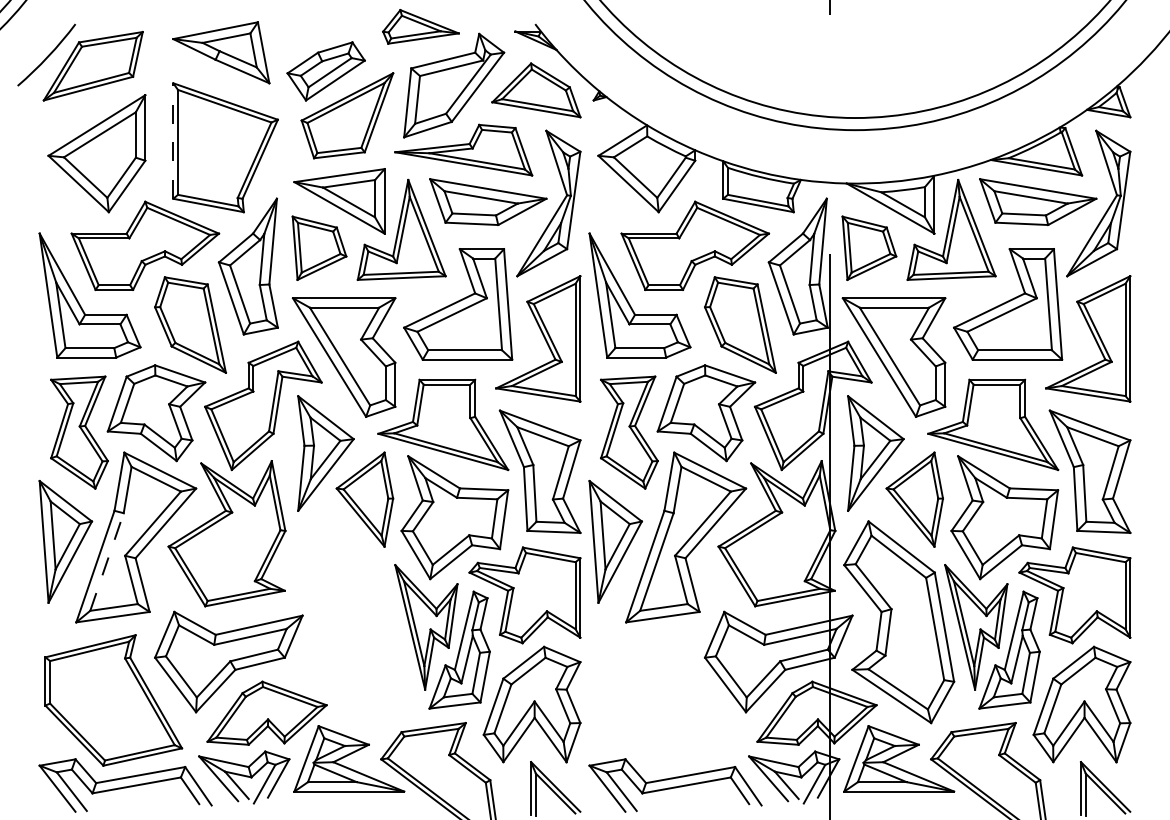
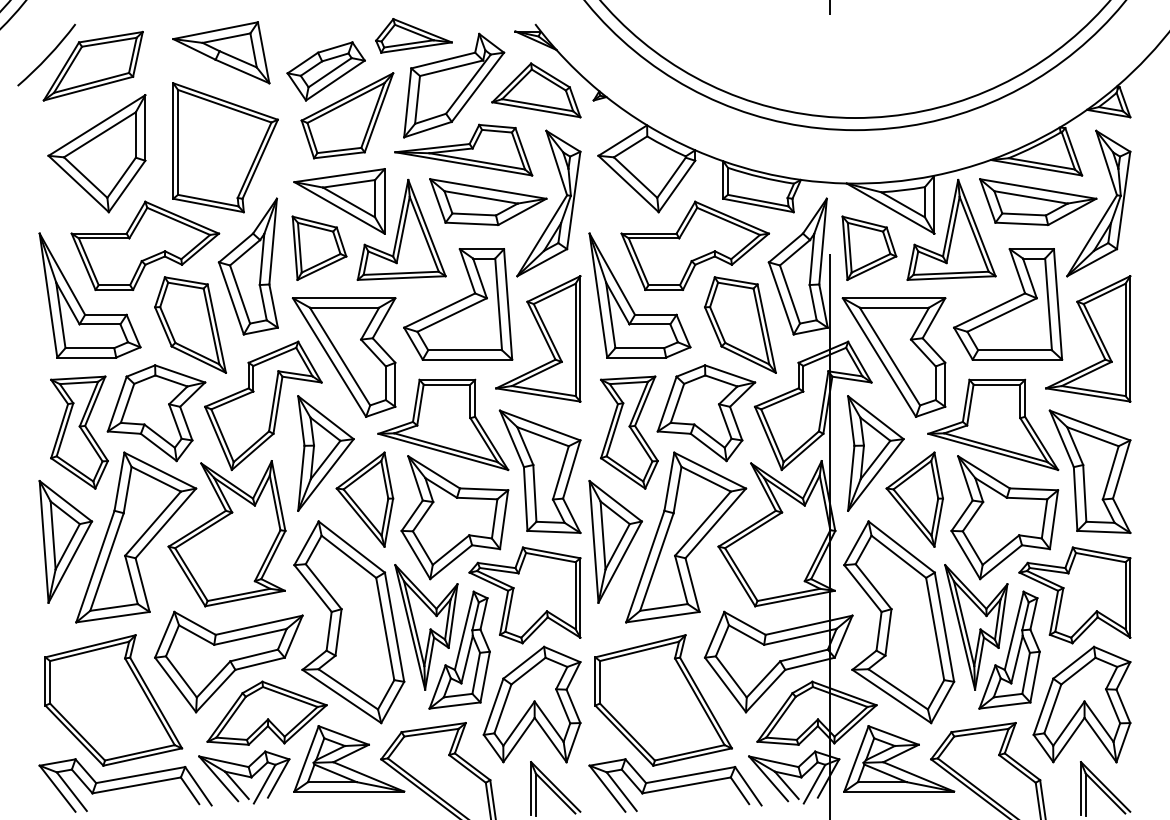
part at (420, 26) position: (420, 26) -> (413, 35)
line at (173, 141): dashed -> solid
line at (107, 562): dashed -> solid
part at (349, 622): none -> present
part at (663, 700): none -> present
